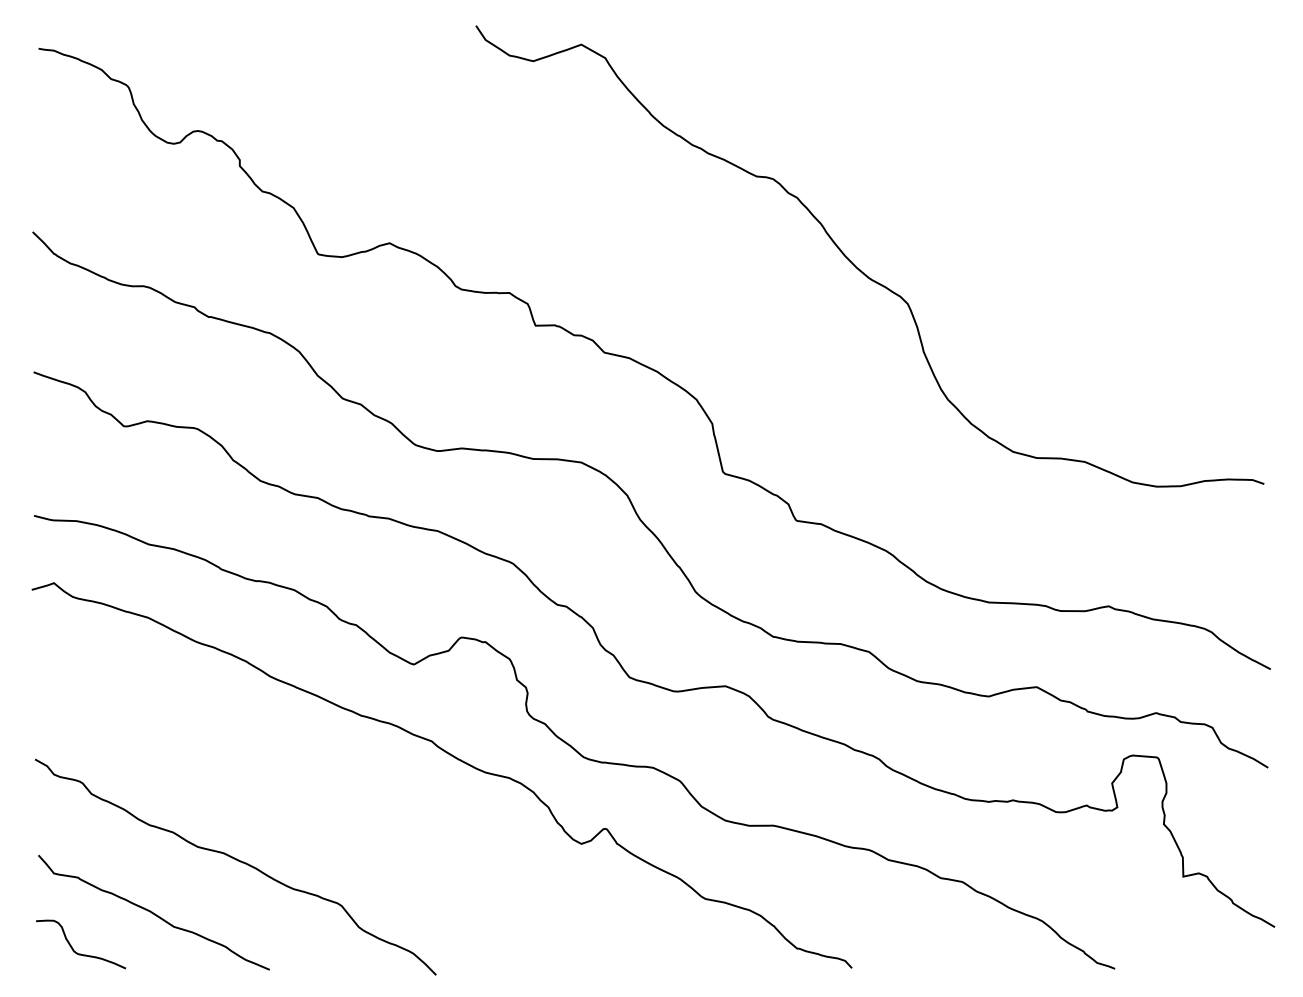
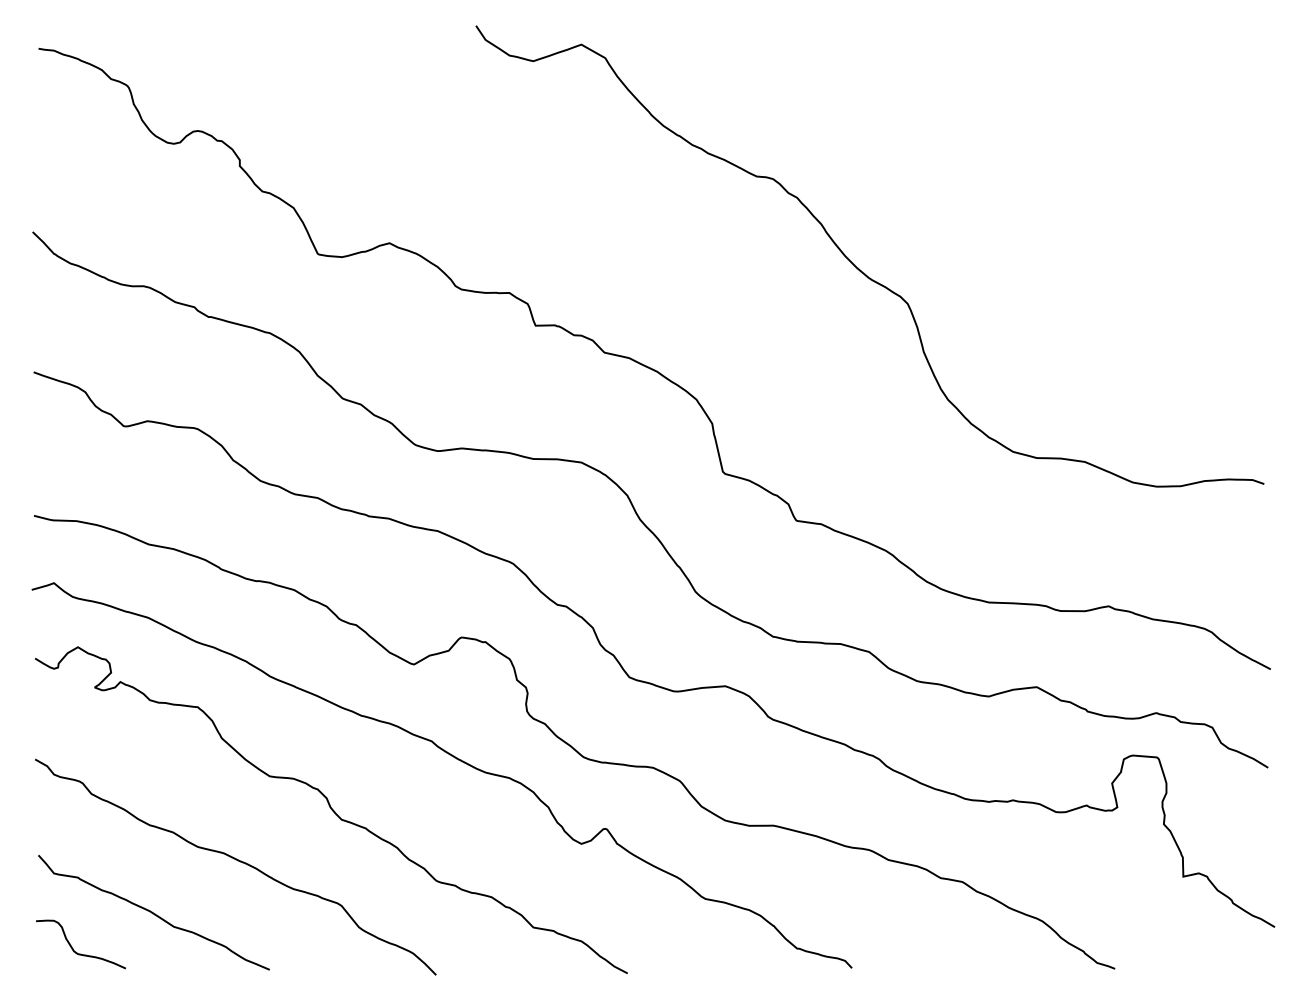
curve at (330, 808): none -> present
